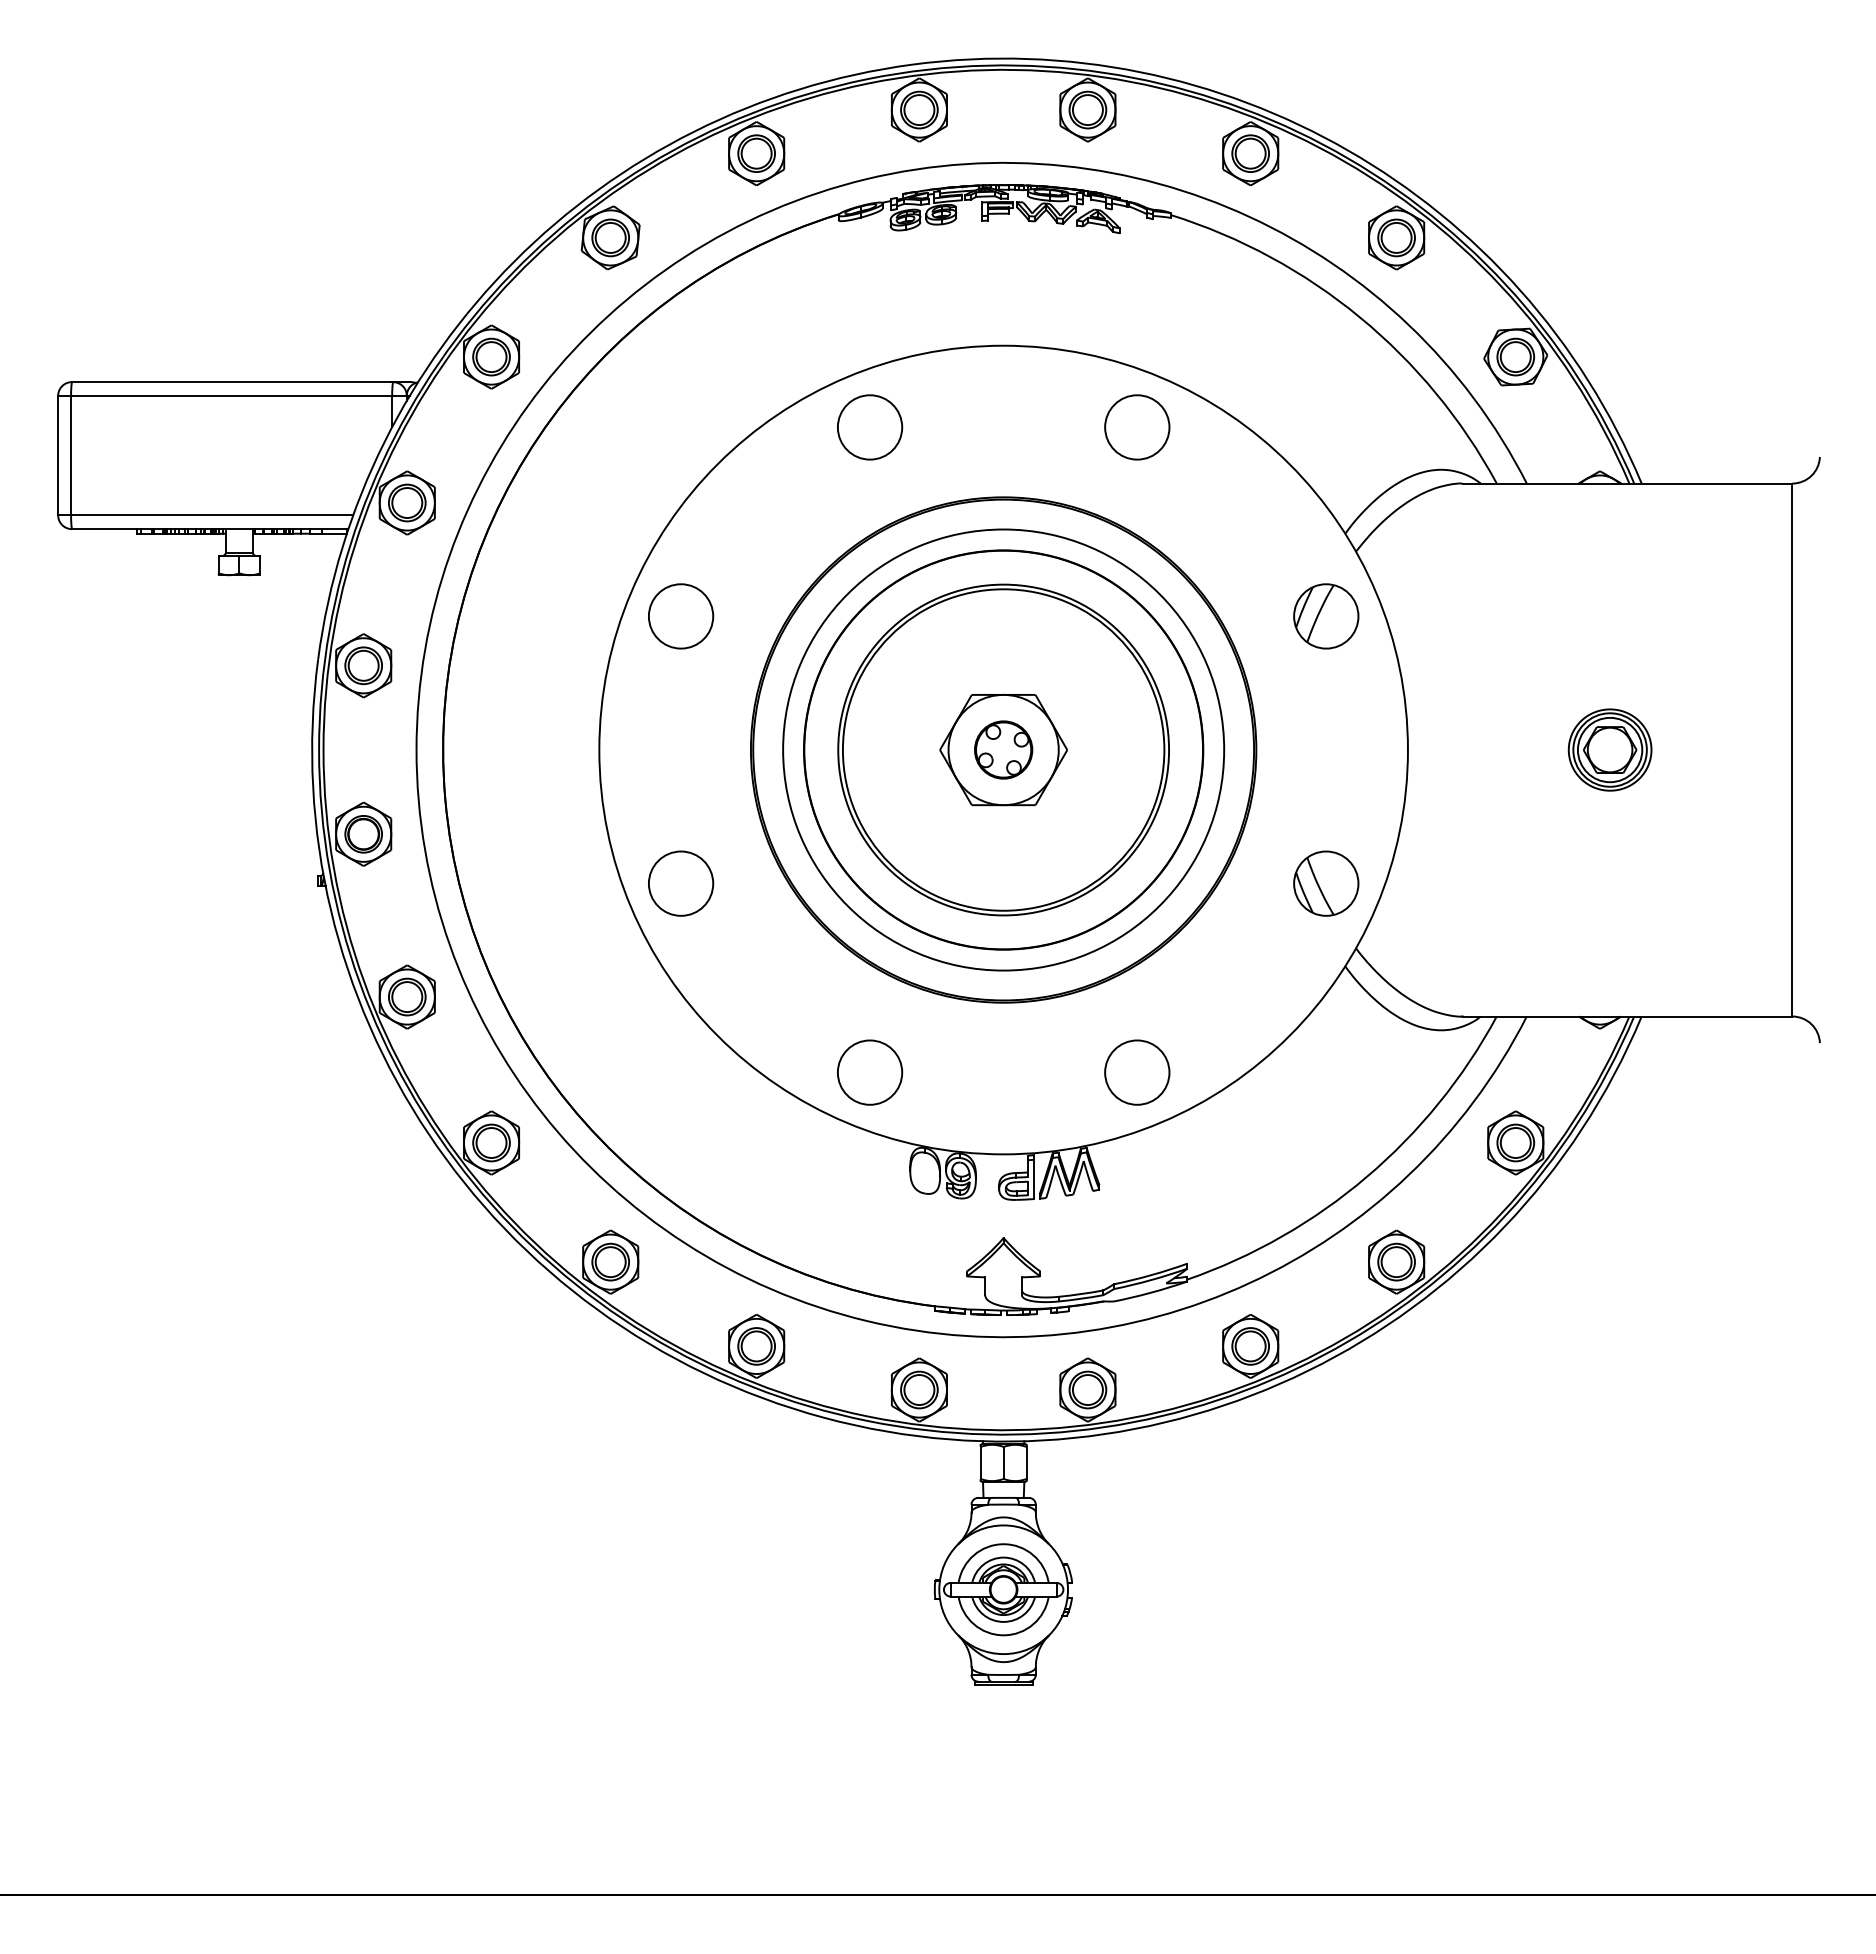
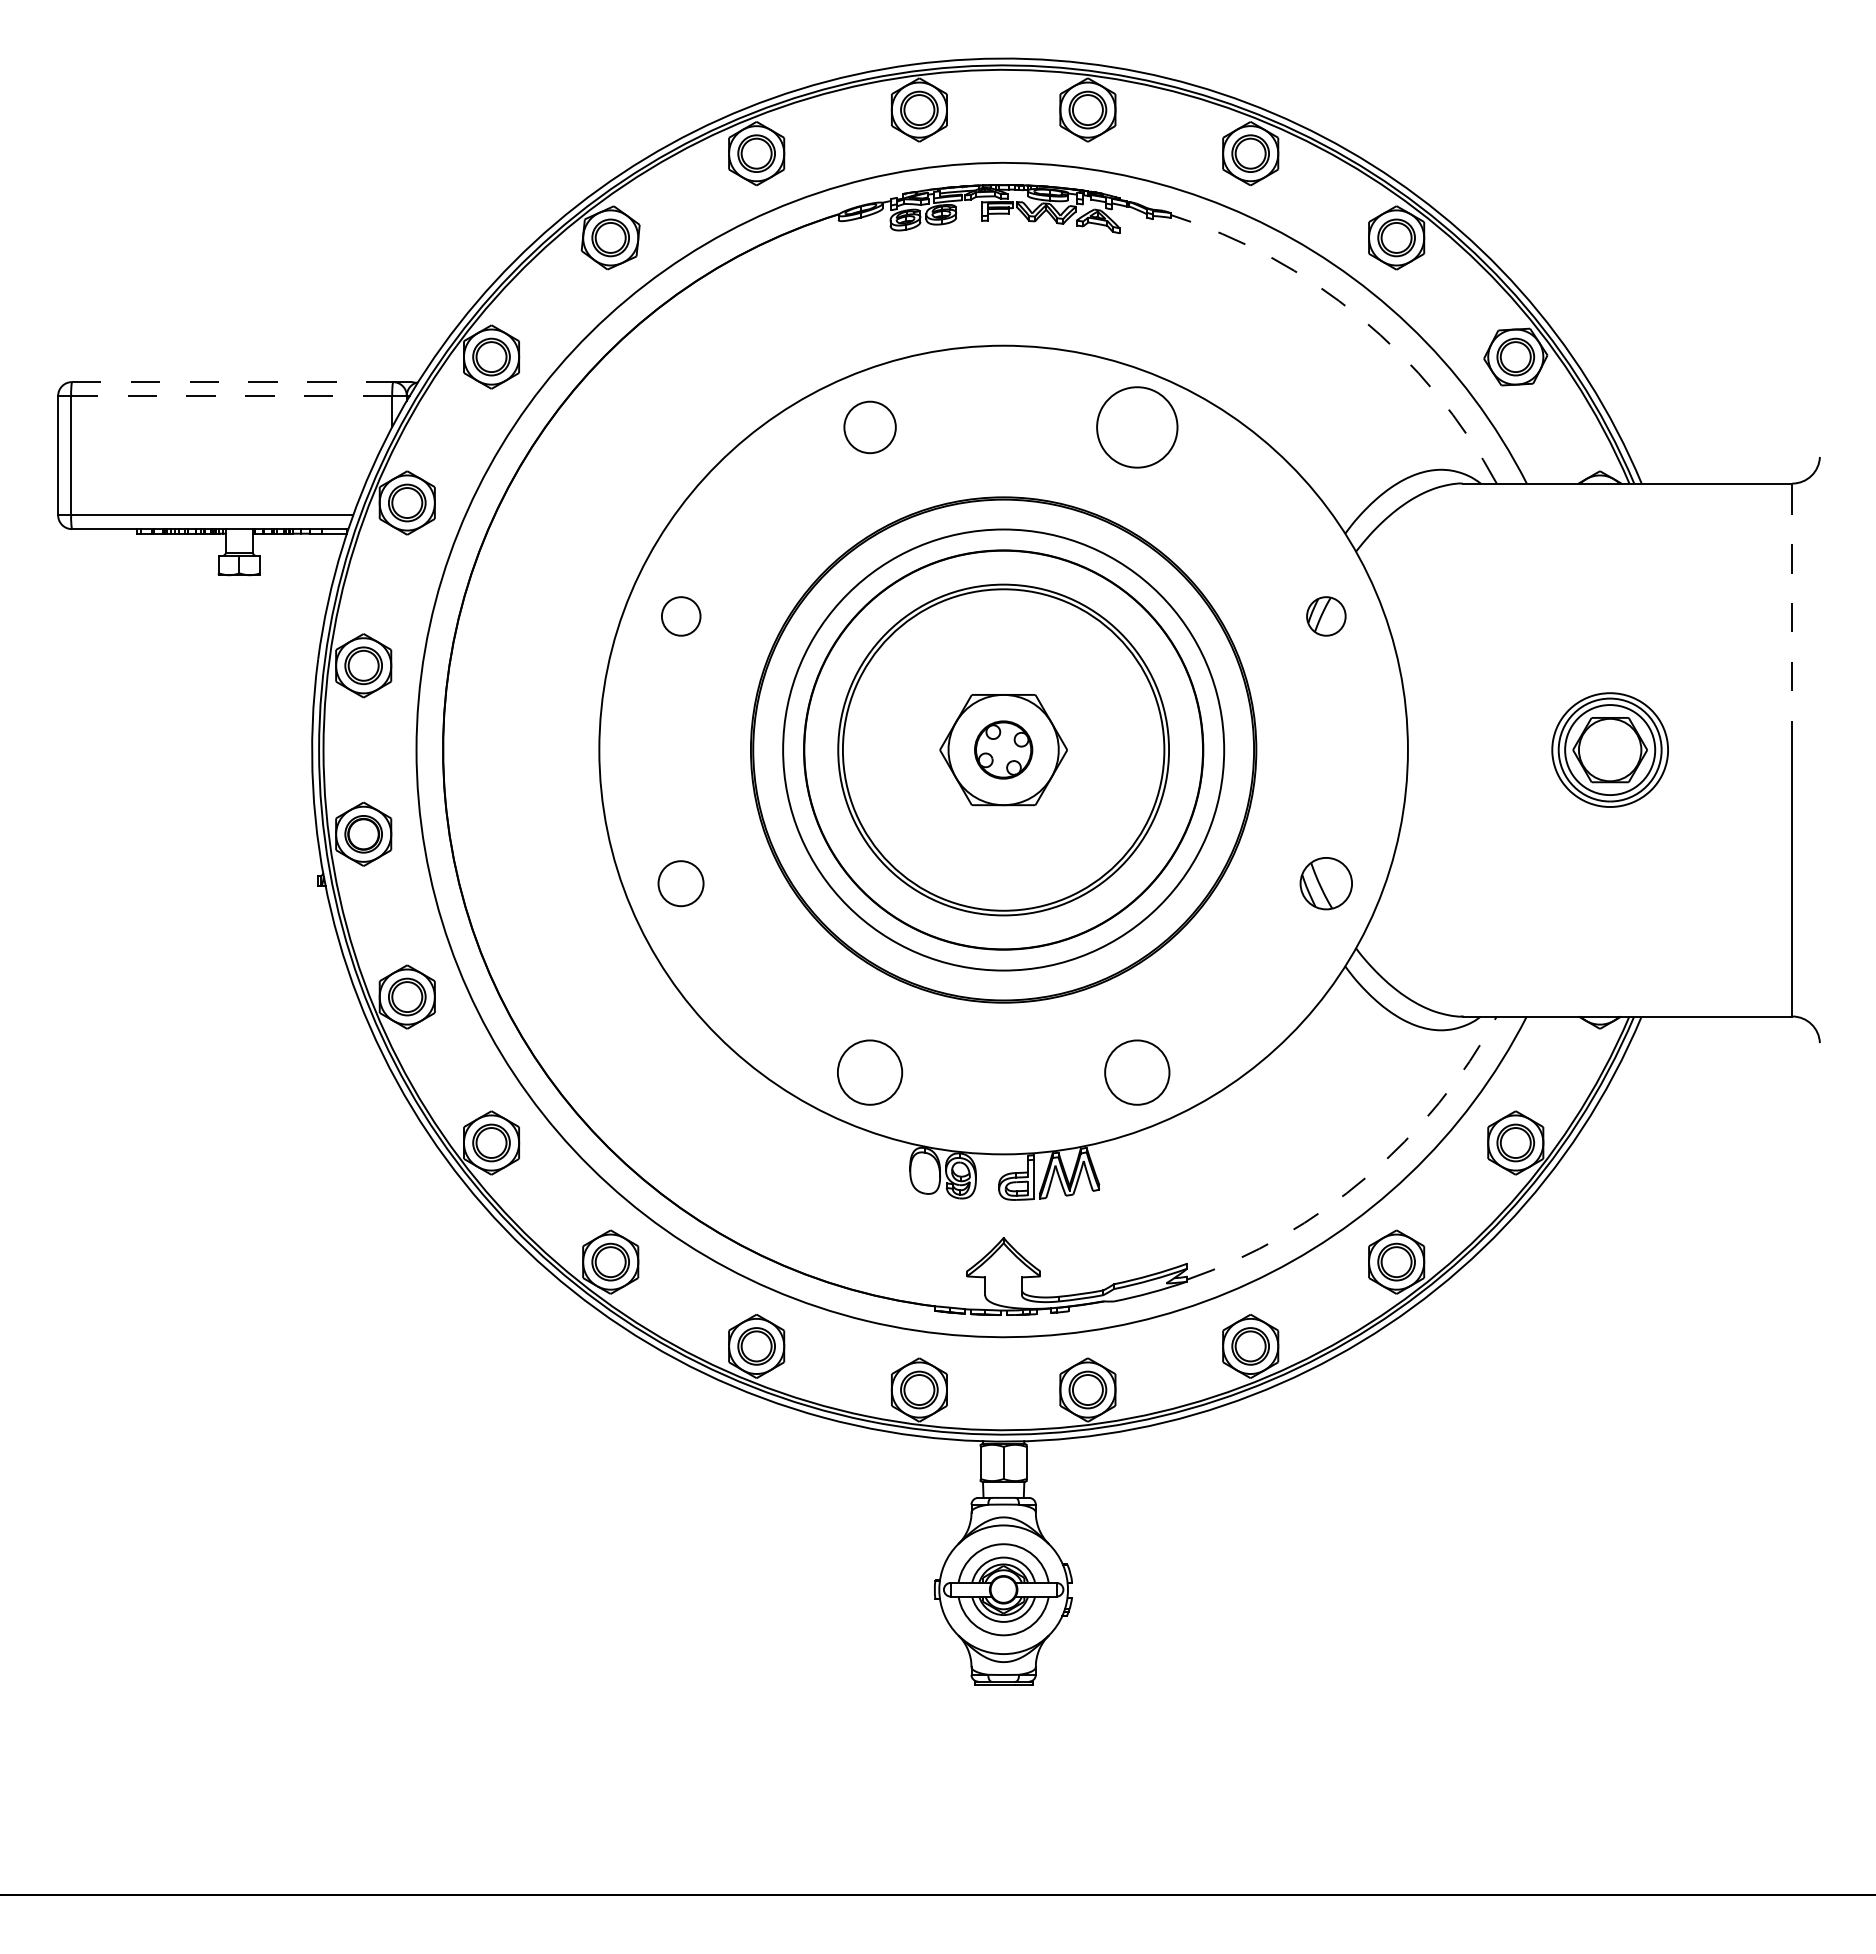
arc at (1360, 317): solid -> dashed
line at (232, 382): solid -> dashed
line at (231, 395): solid -> dashed
circle at (870, 427) size: 67x67 px -> 54x55 px
circle at (1137, 427) diameter: 64 px -> 80 px
circle at (681, 616) size: 67x67 px -> 41x41 px
part at (1326, 616) size: 67x67 px -> 41x41 px
line at (1792, 616): solid -> dashed
part at (1609, 749) size: 86x84 px -> 118x116 px
circle at (680, 883) diameter: 64 px -> 45 px
part at (1326, 883) size: 67x67 px -> 54x54 px
arc at (1366, 1177): solid -> dashed
